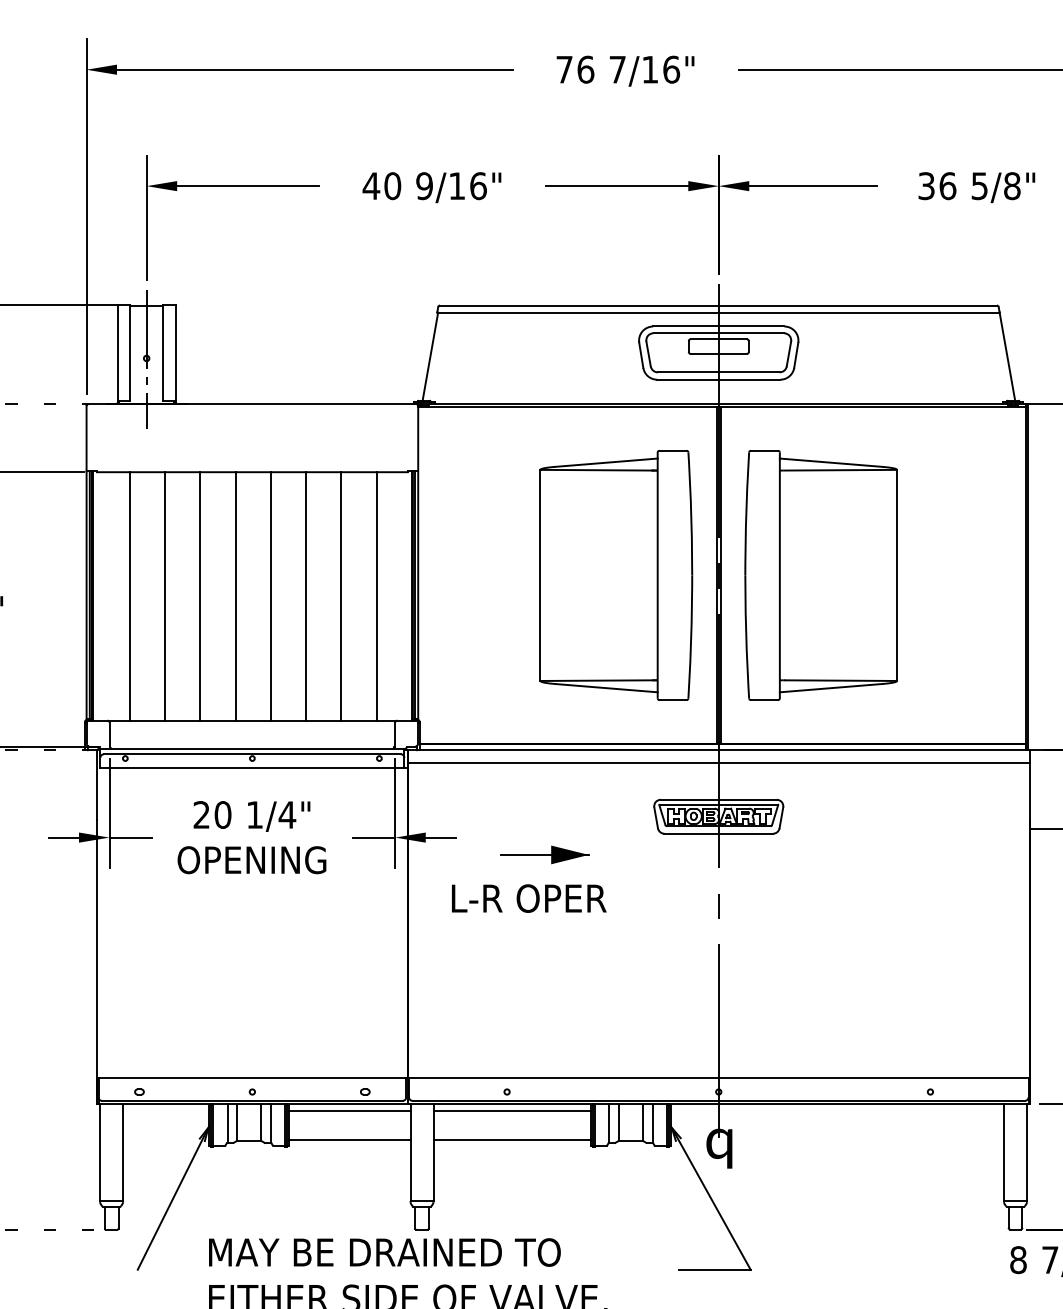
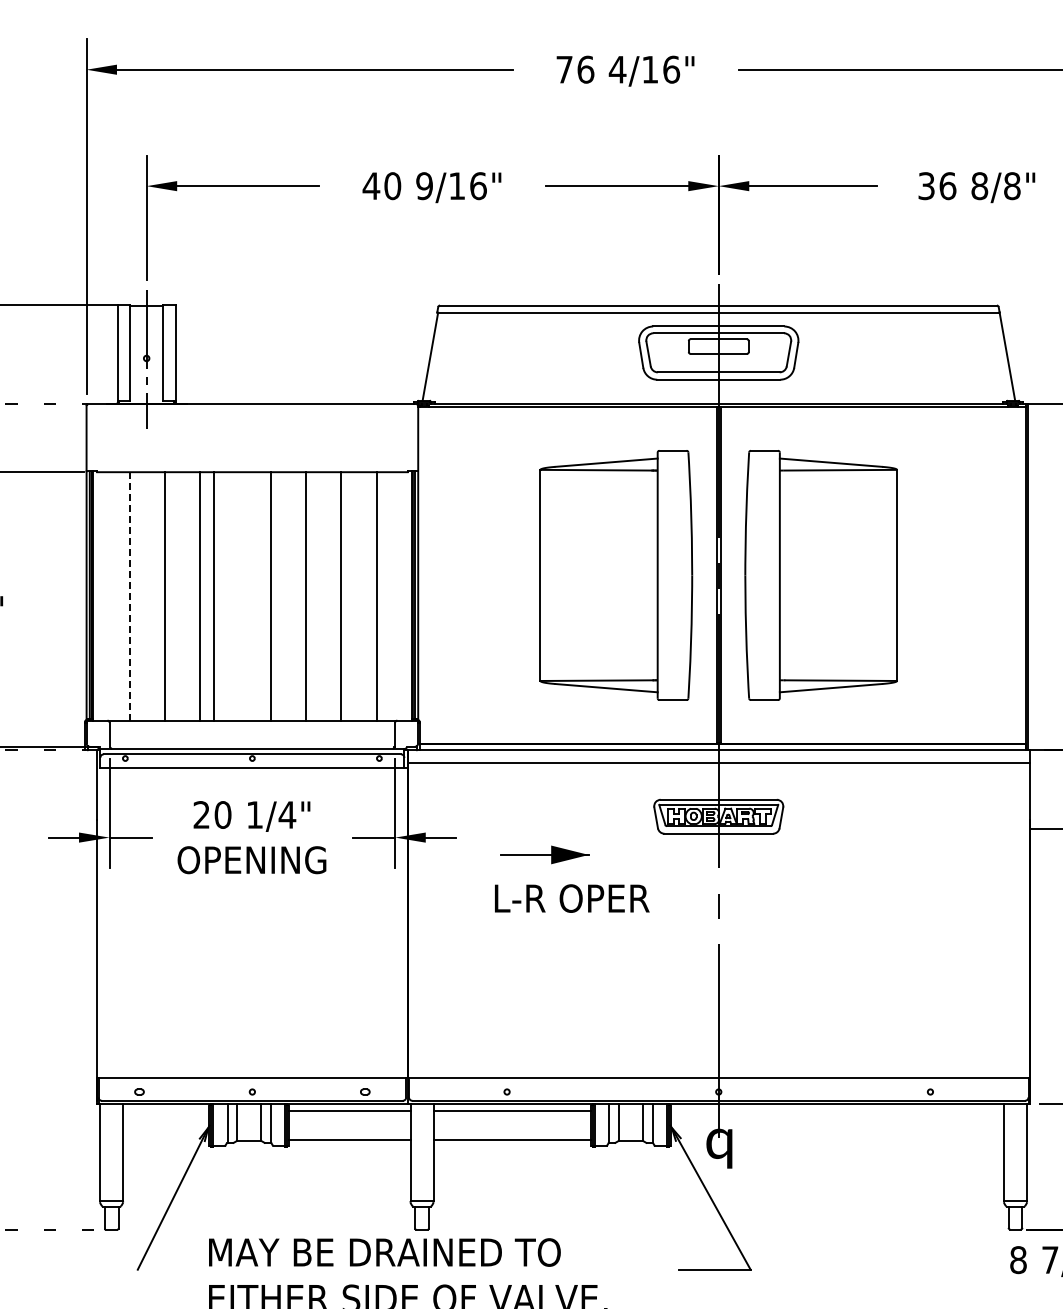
text at (617, 69): 7/16" -> 4/16"
text at (979, 186): 5/8" -> 8/8"
line at (129, 595): solid -> dashed
line at (235, 596) position: (235, 596) -> (213, 596)
text at (529, 898) position: (529, 898) -> (572, 898)
